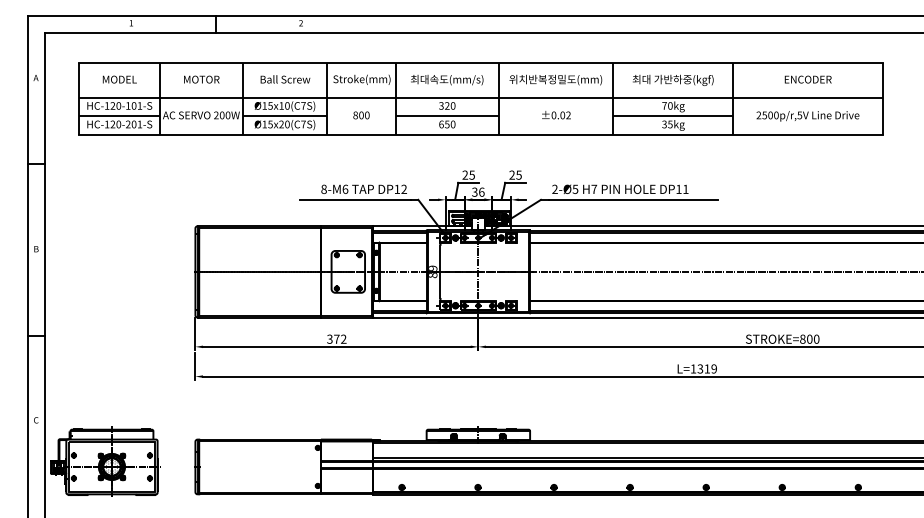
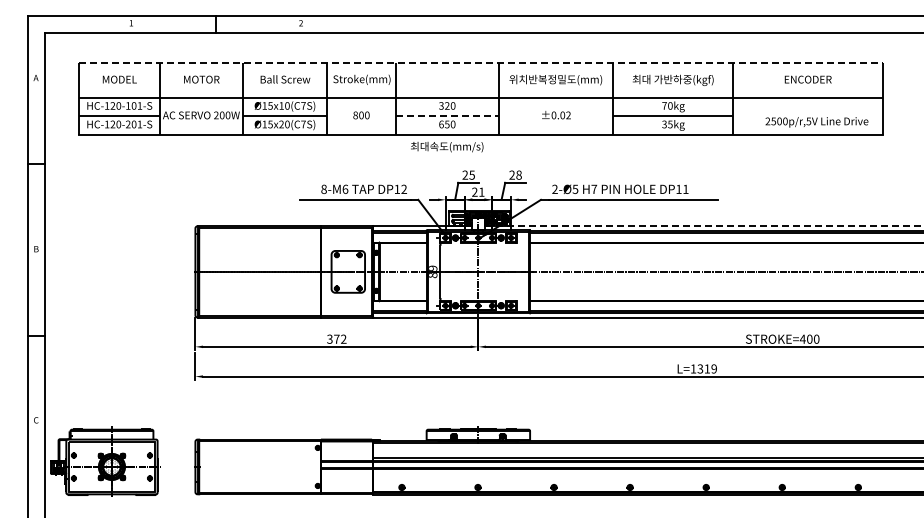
line at (480, 63): solid -> dashed
text at (447, 80) position: (447, 80) -> (447, 147)
line at (447, 116): solid -> dashed
text at (807, 116) position: (807, 116) -> (816, 122)
text at (518, 174): 25 -> 28
text at (478, 191): 36 -> 21
line at (703, 226): solid -> dashed
text at (802, 338): STROKE=800 -> STROKE=400
